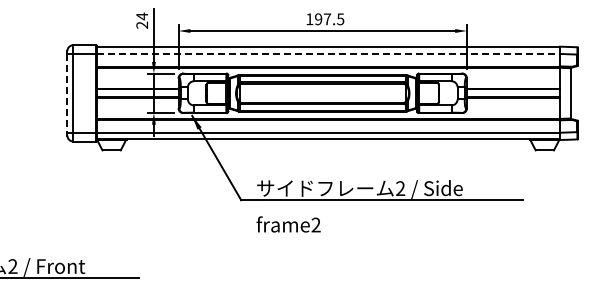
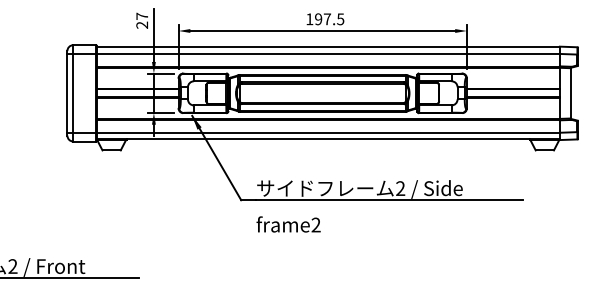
text at (141, 16): 24 -> 27
line at (328, 53): dashed -> solid
line at (67, 93): dashed -> solid
